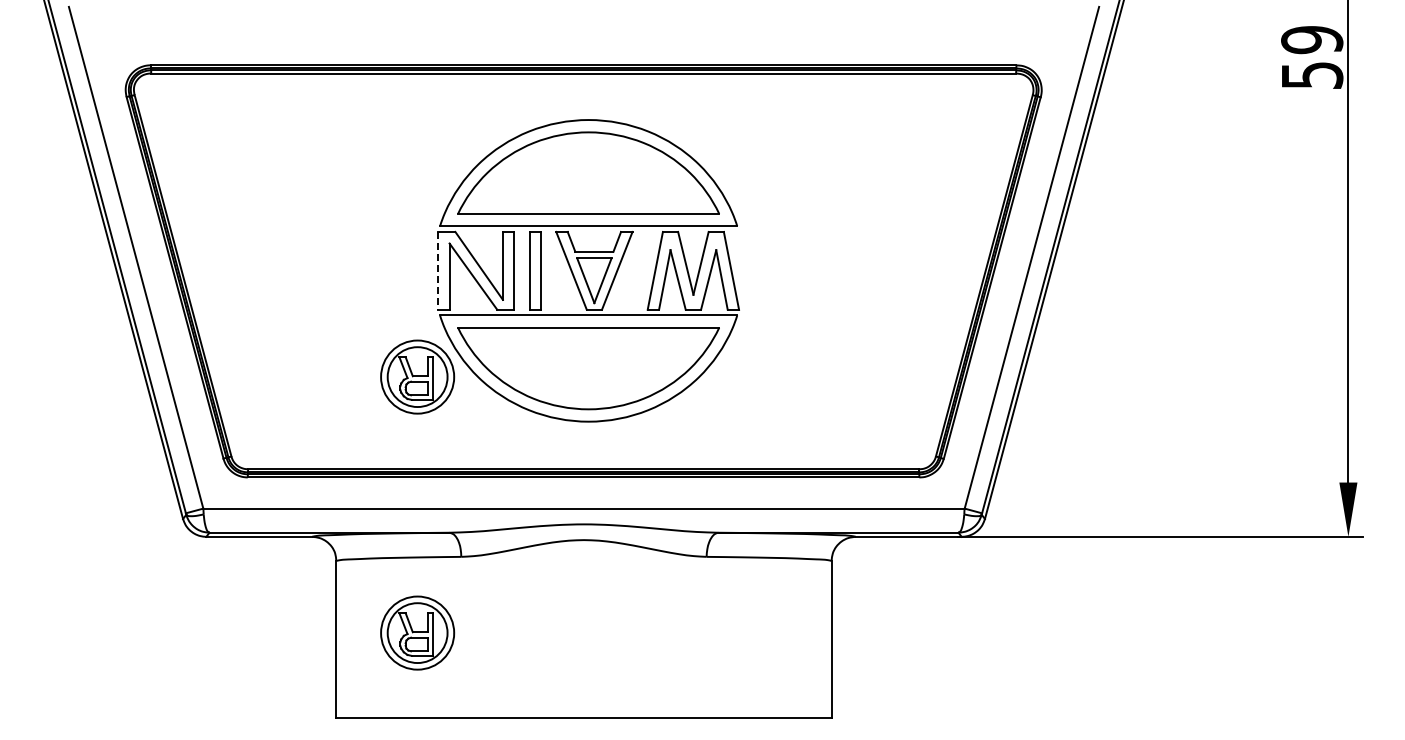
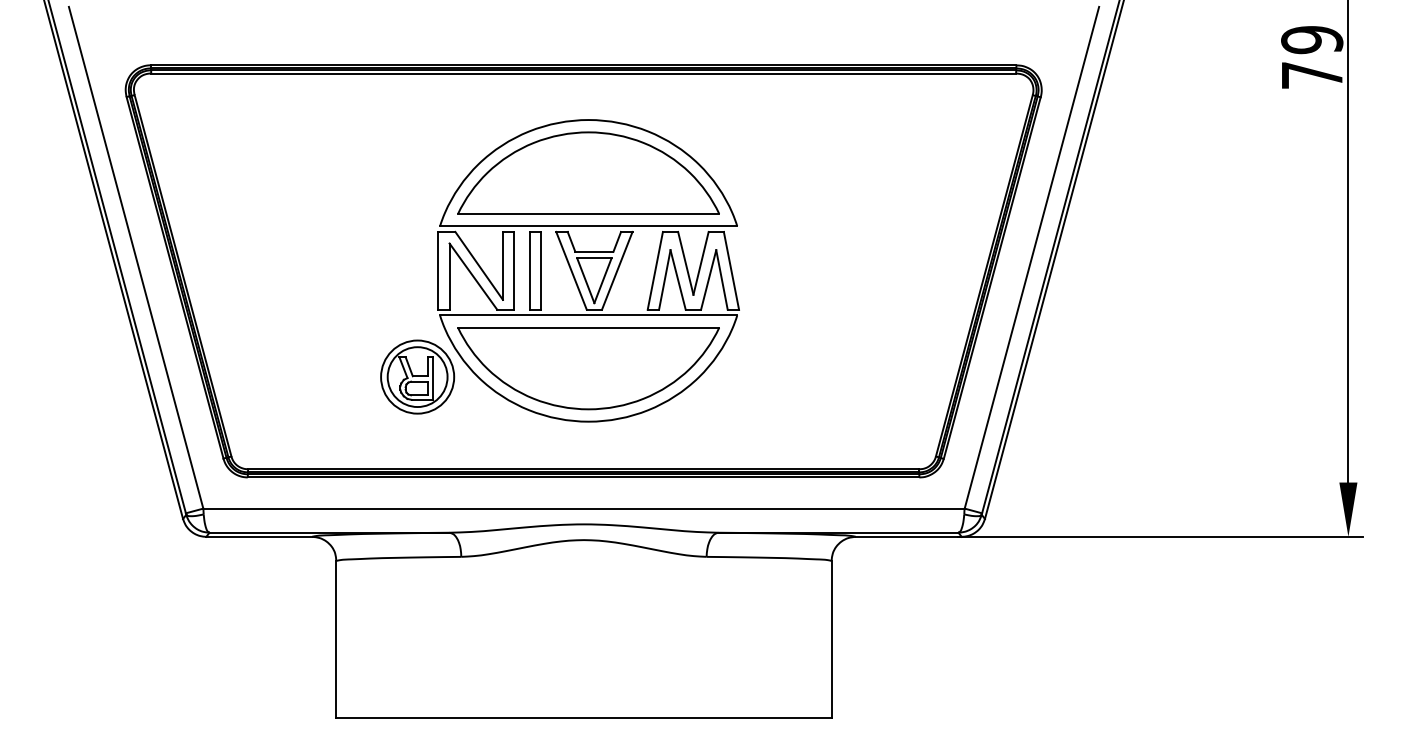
text at (1312, 75): 59 -> 79
line at (438, 270): dashed -> solid
part at (417, 632): present -> none
